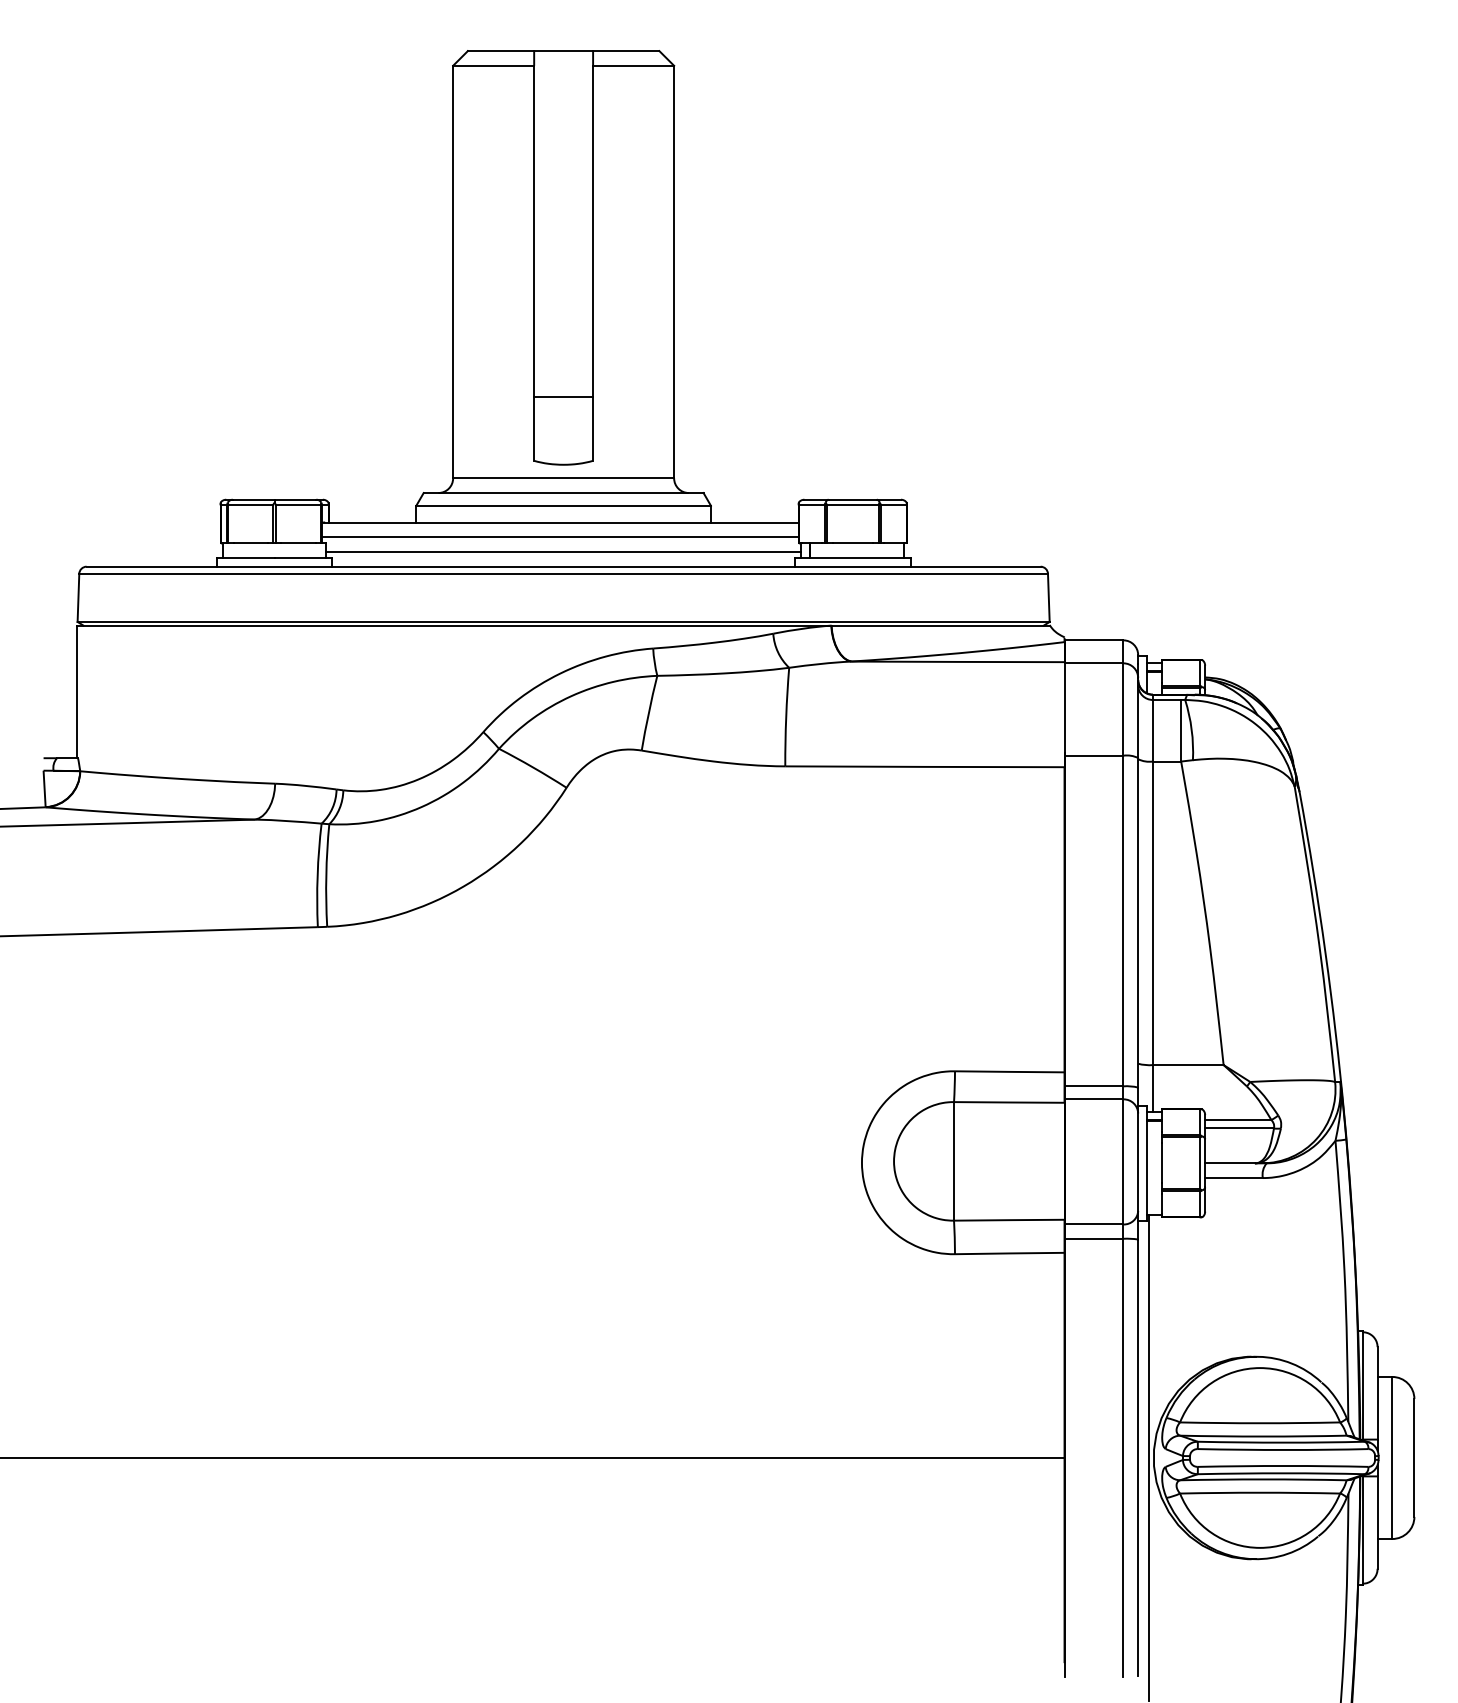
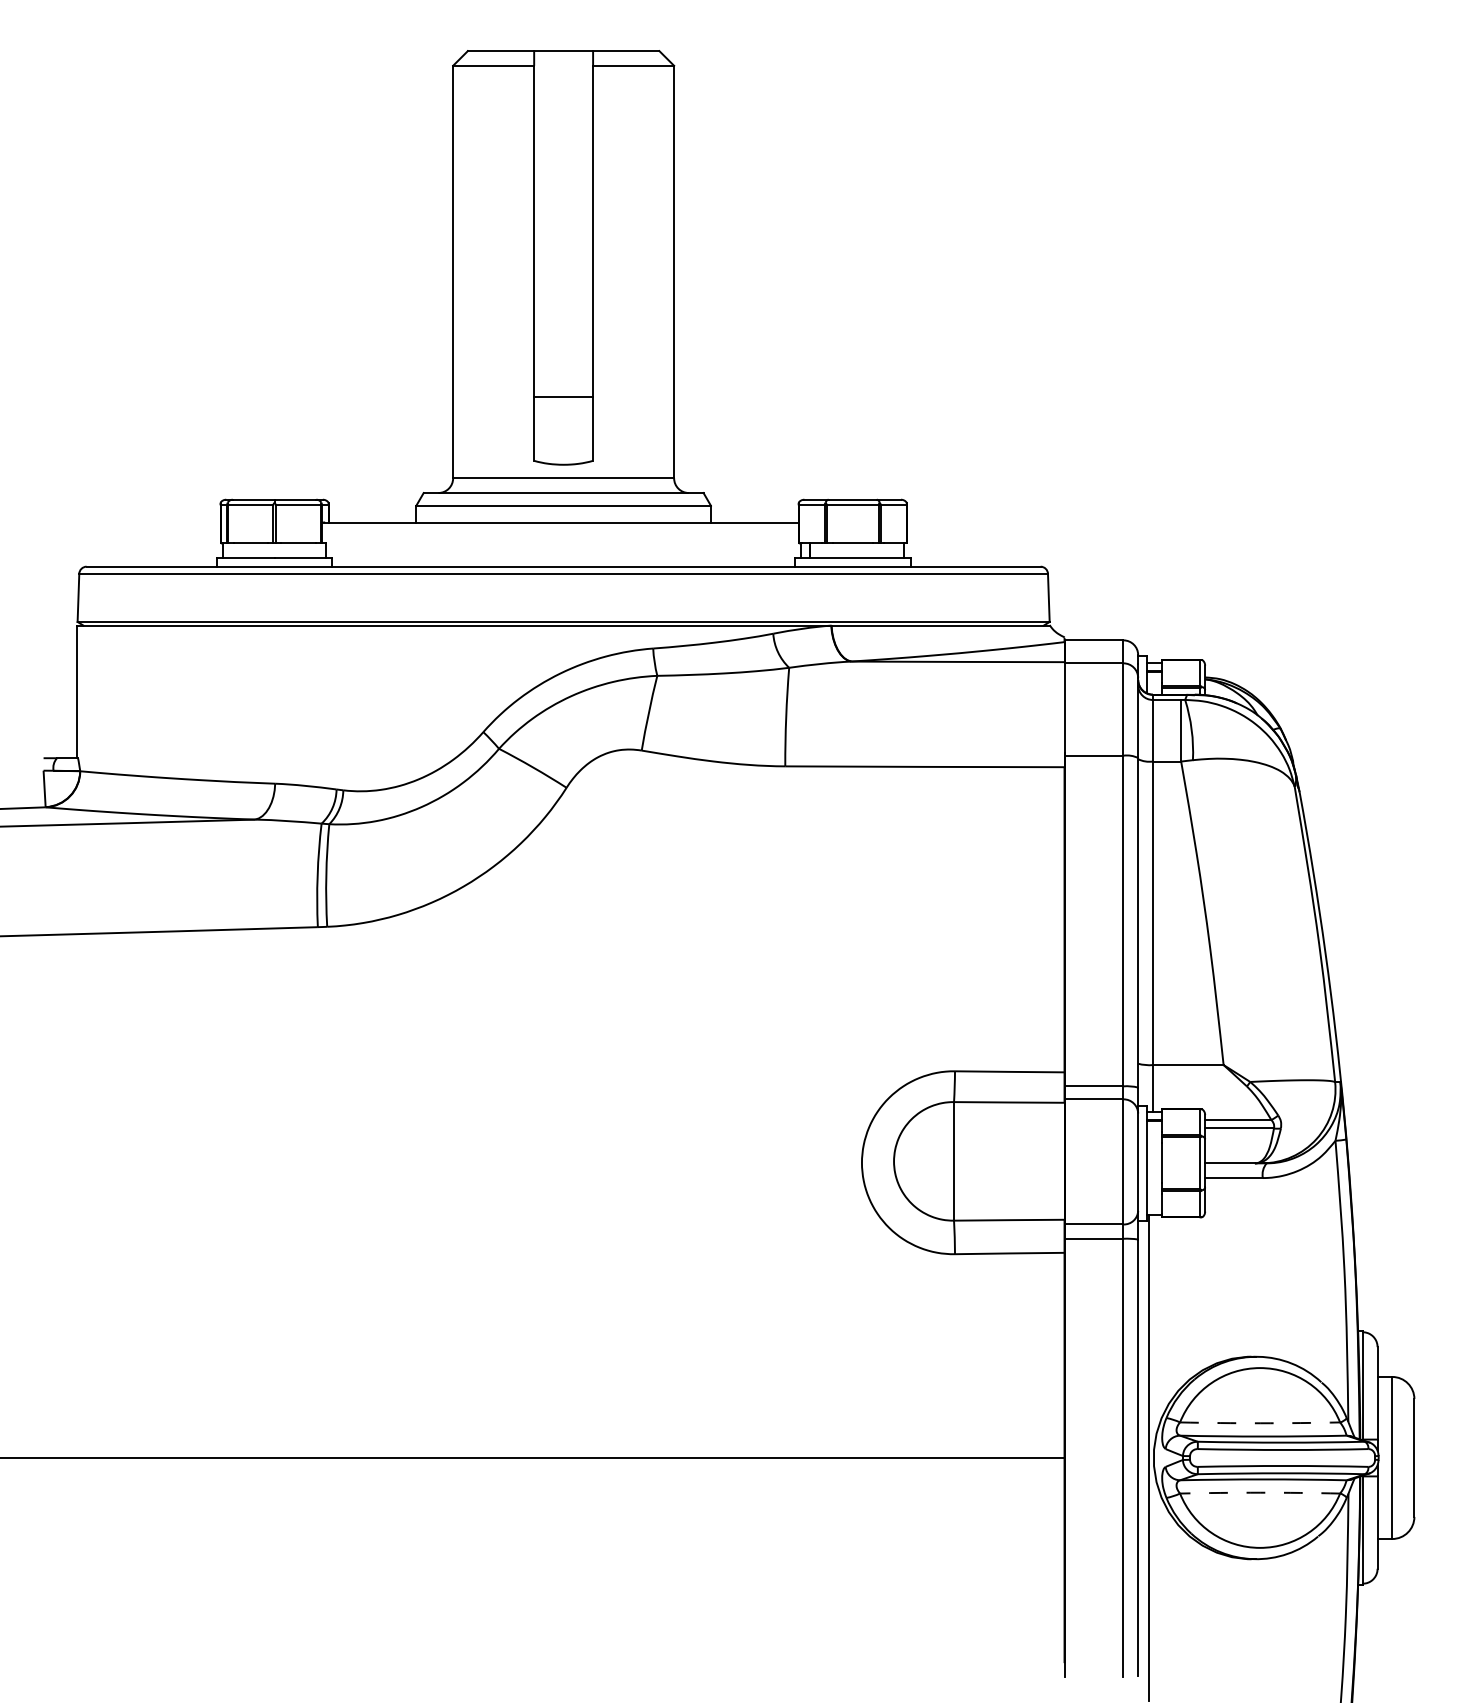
line at (560, 537): present -> none
line at (563, 551): present -> none
arc at (1260, 1423): solid -> dashed
arc at (1260, 1492): solid -> dashed
